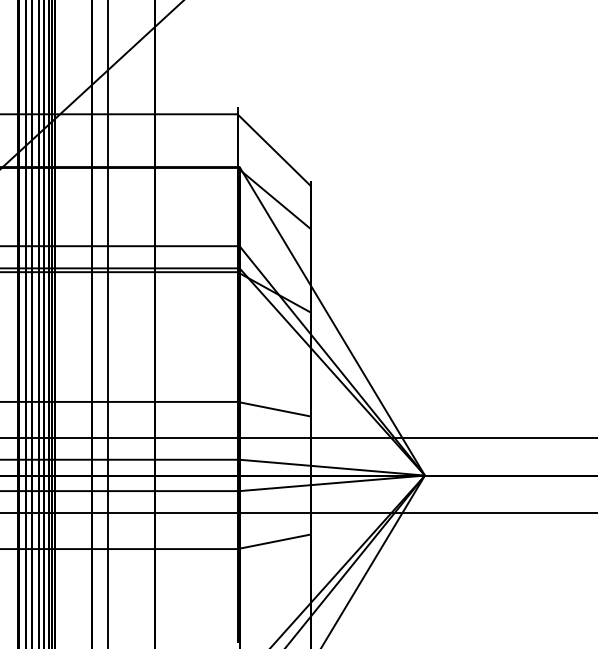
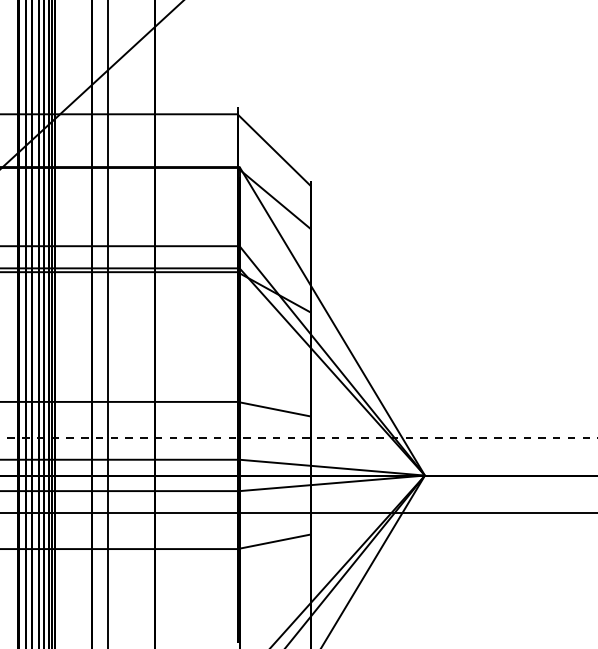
line at (298, 438): solid -> dashed
